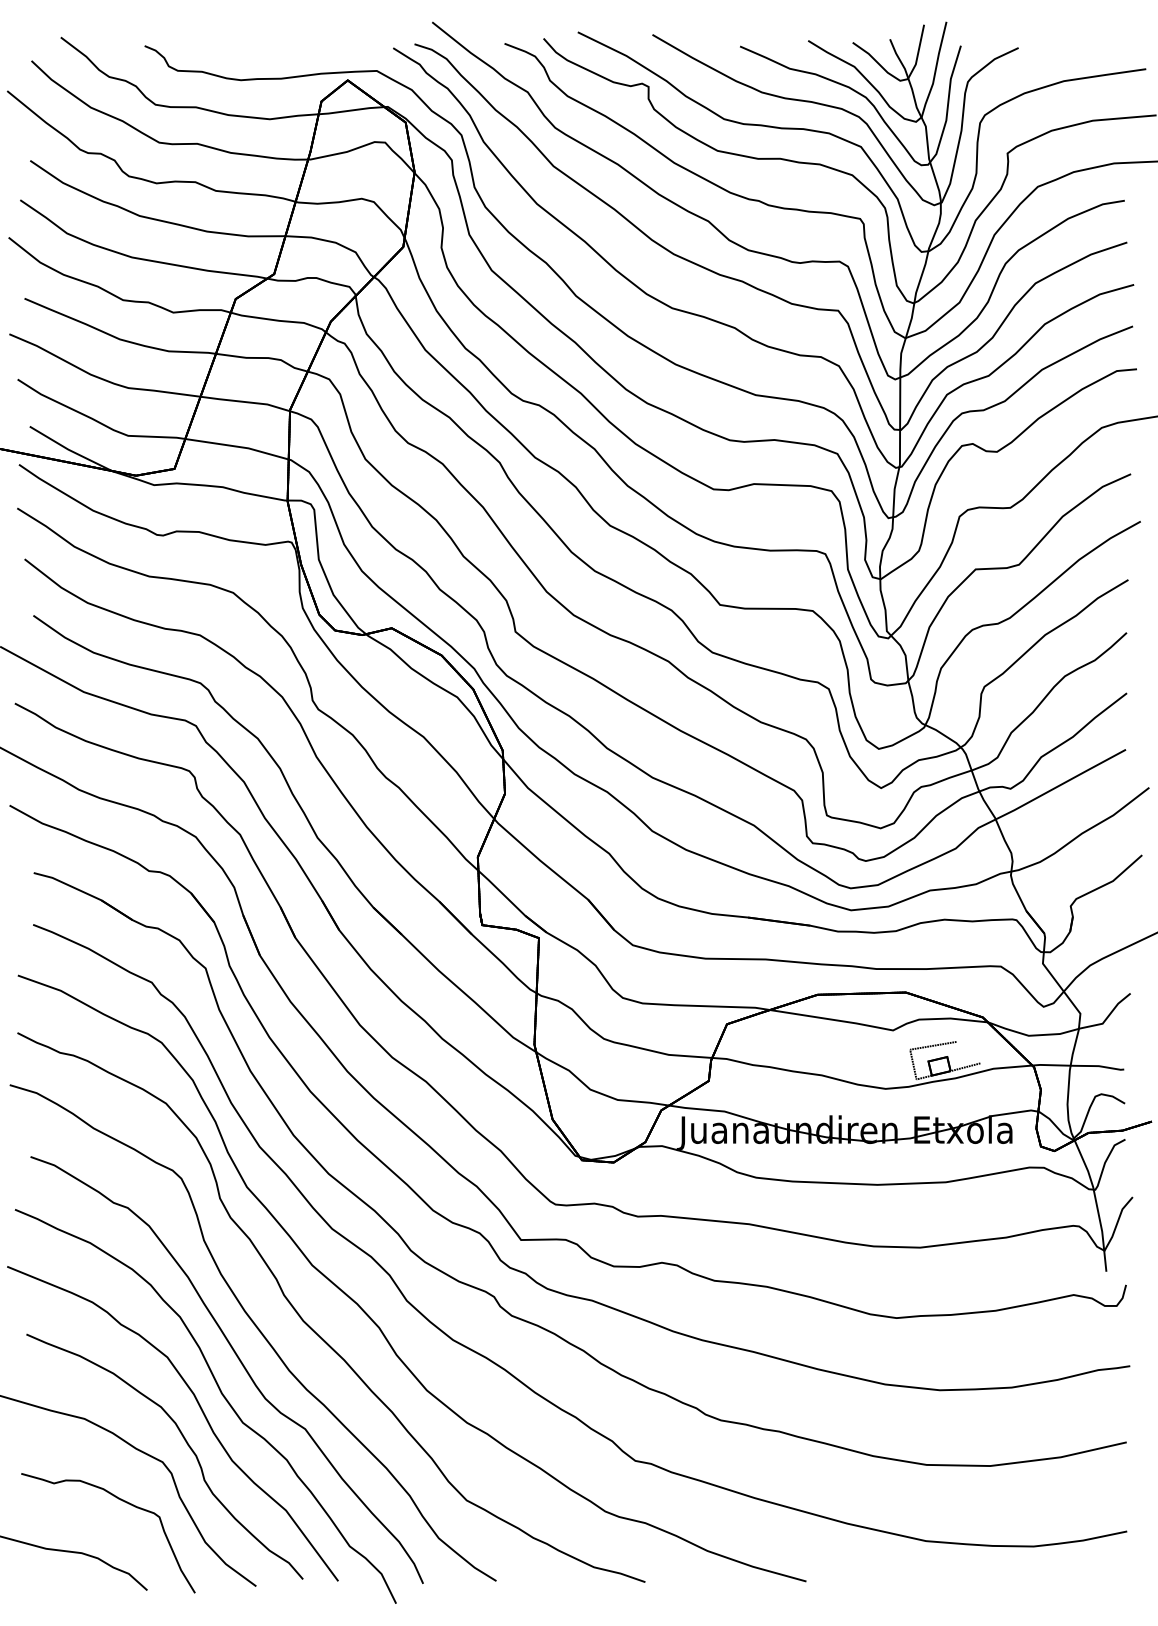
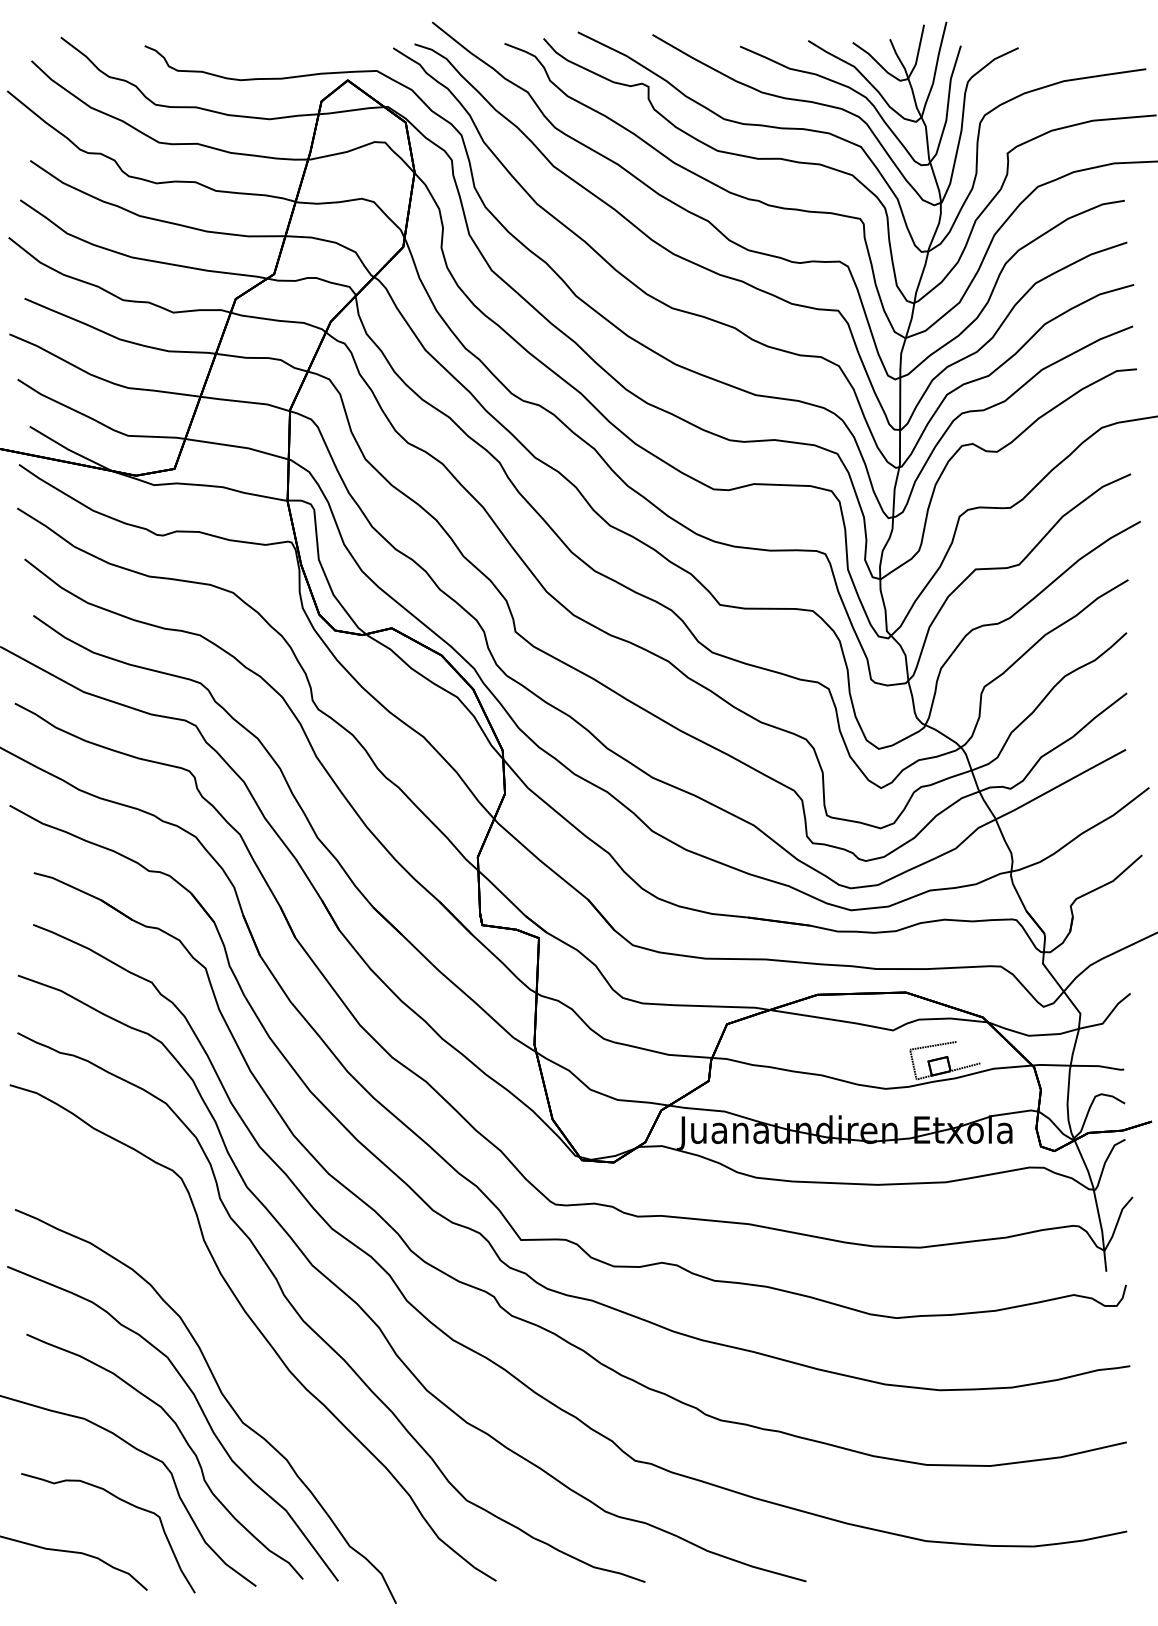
part at (240, 1363): present -> none
